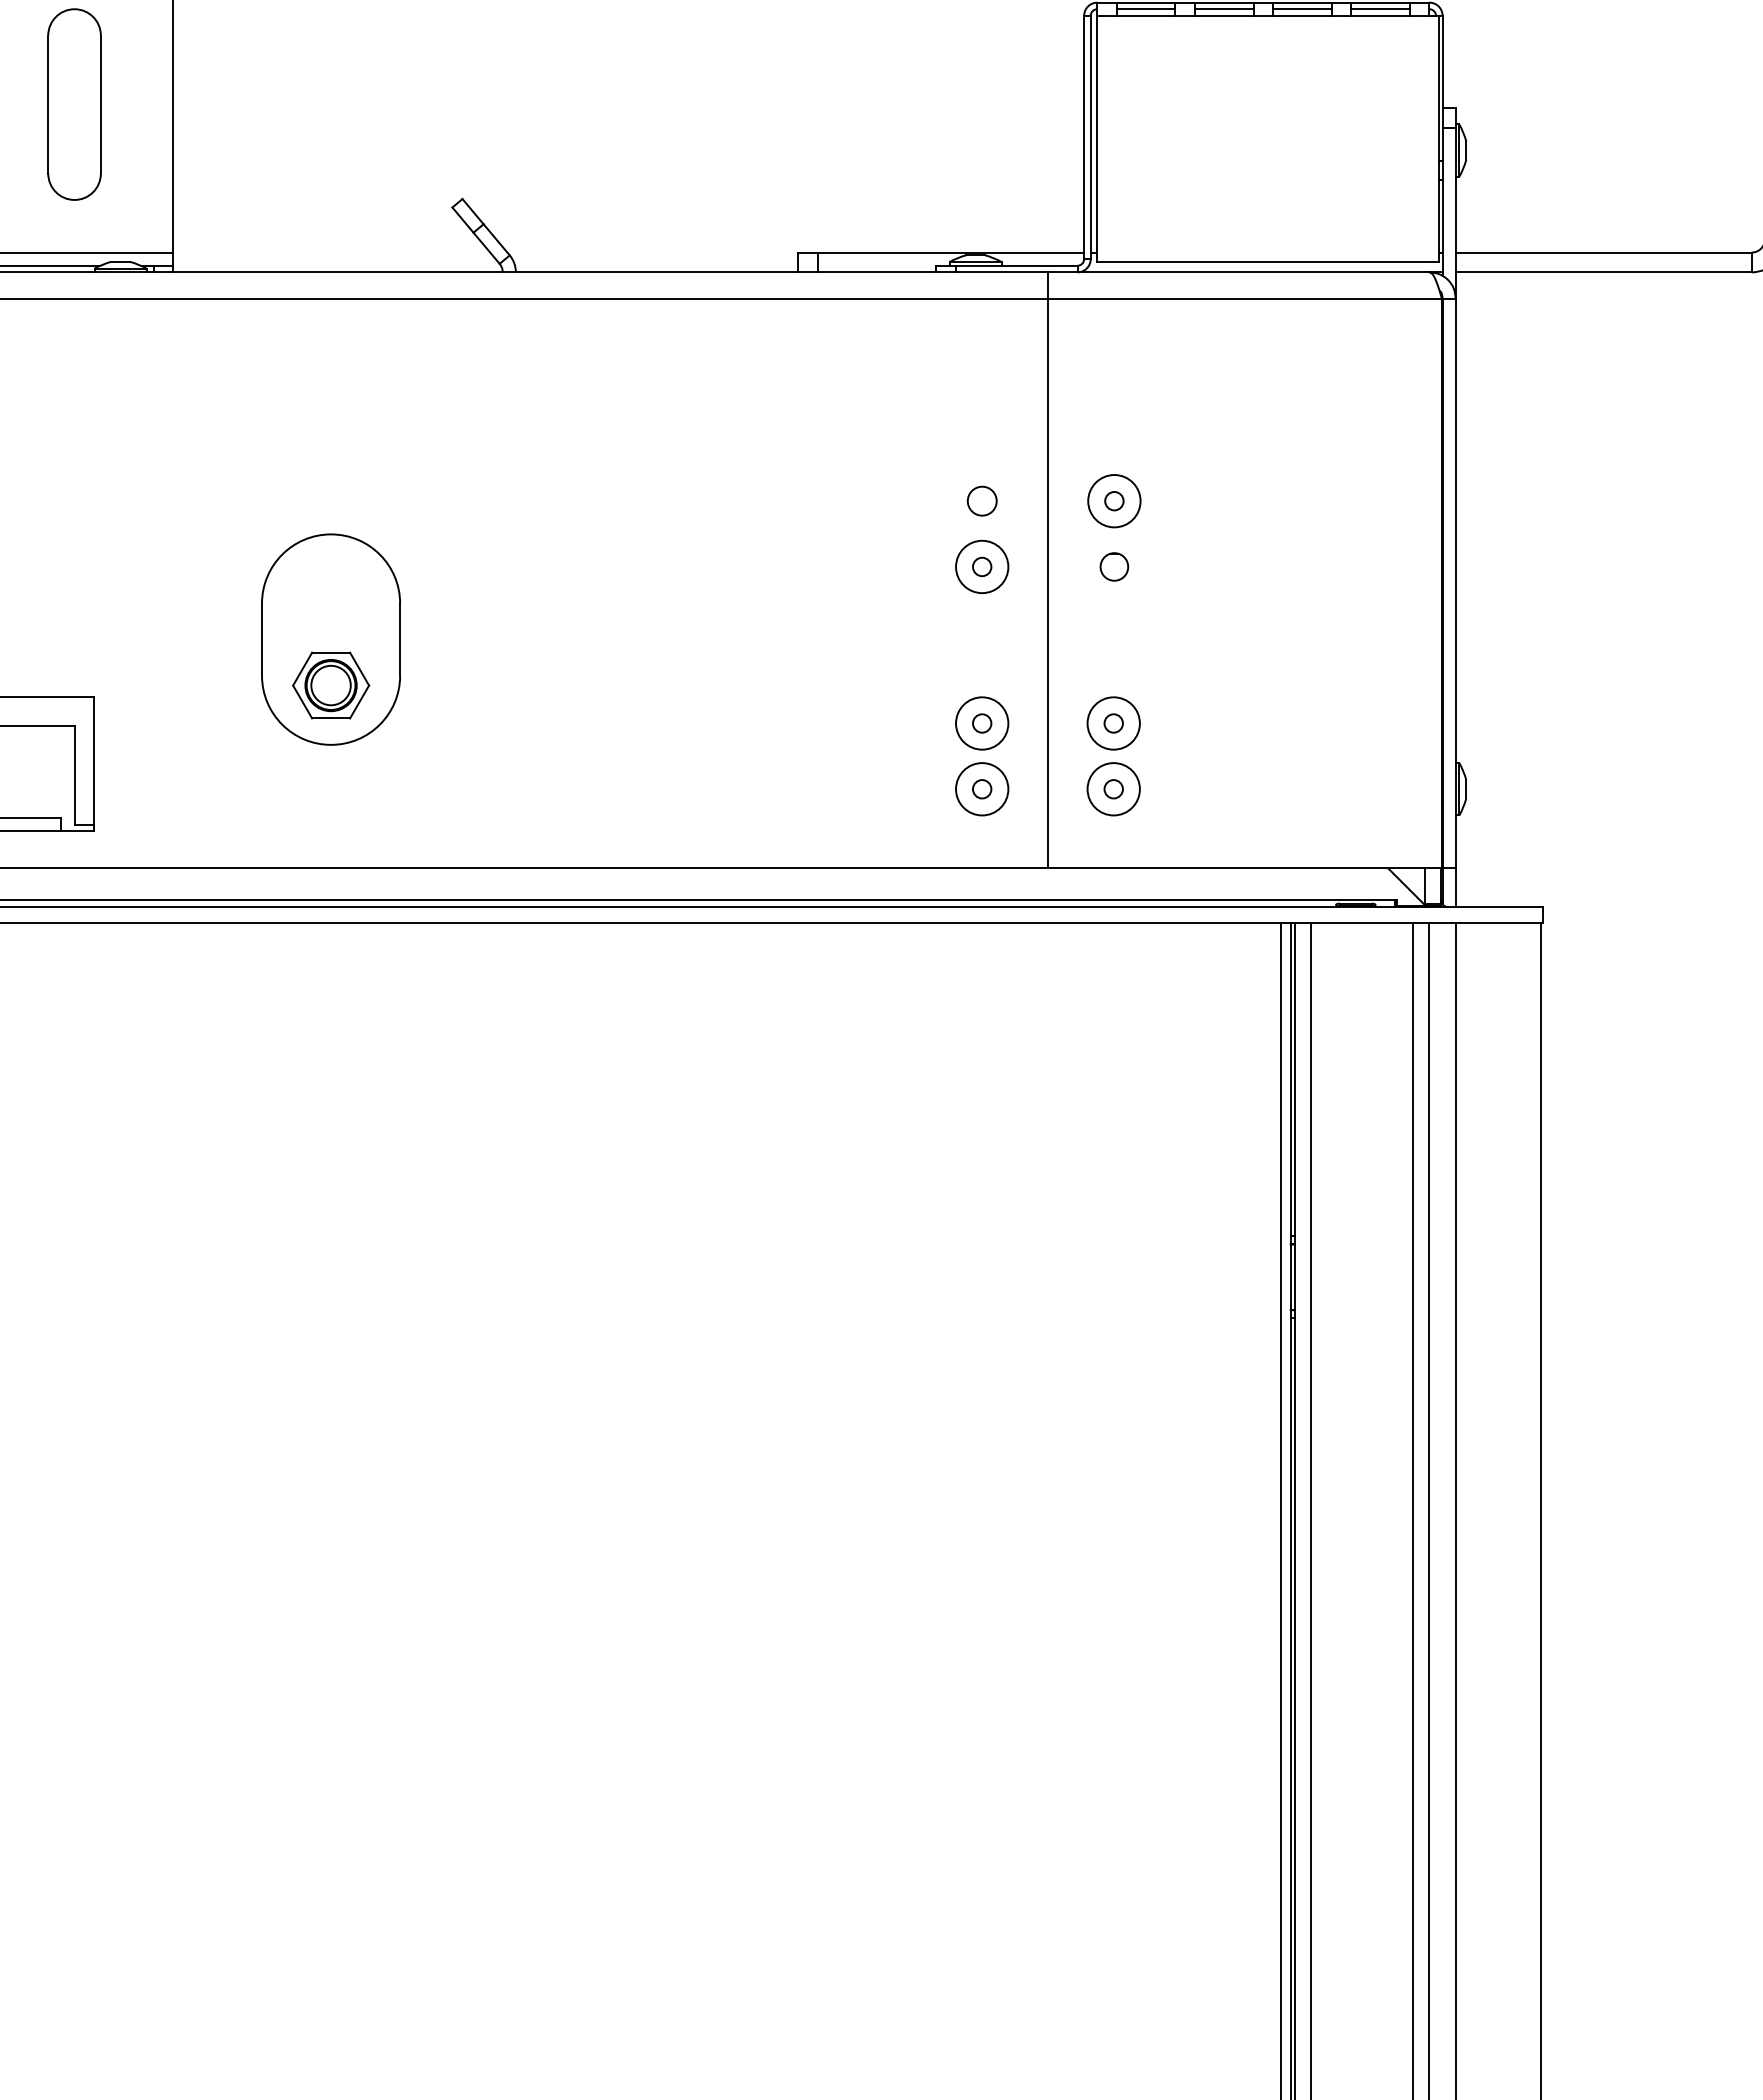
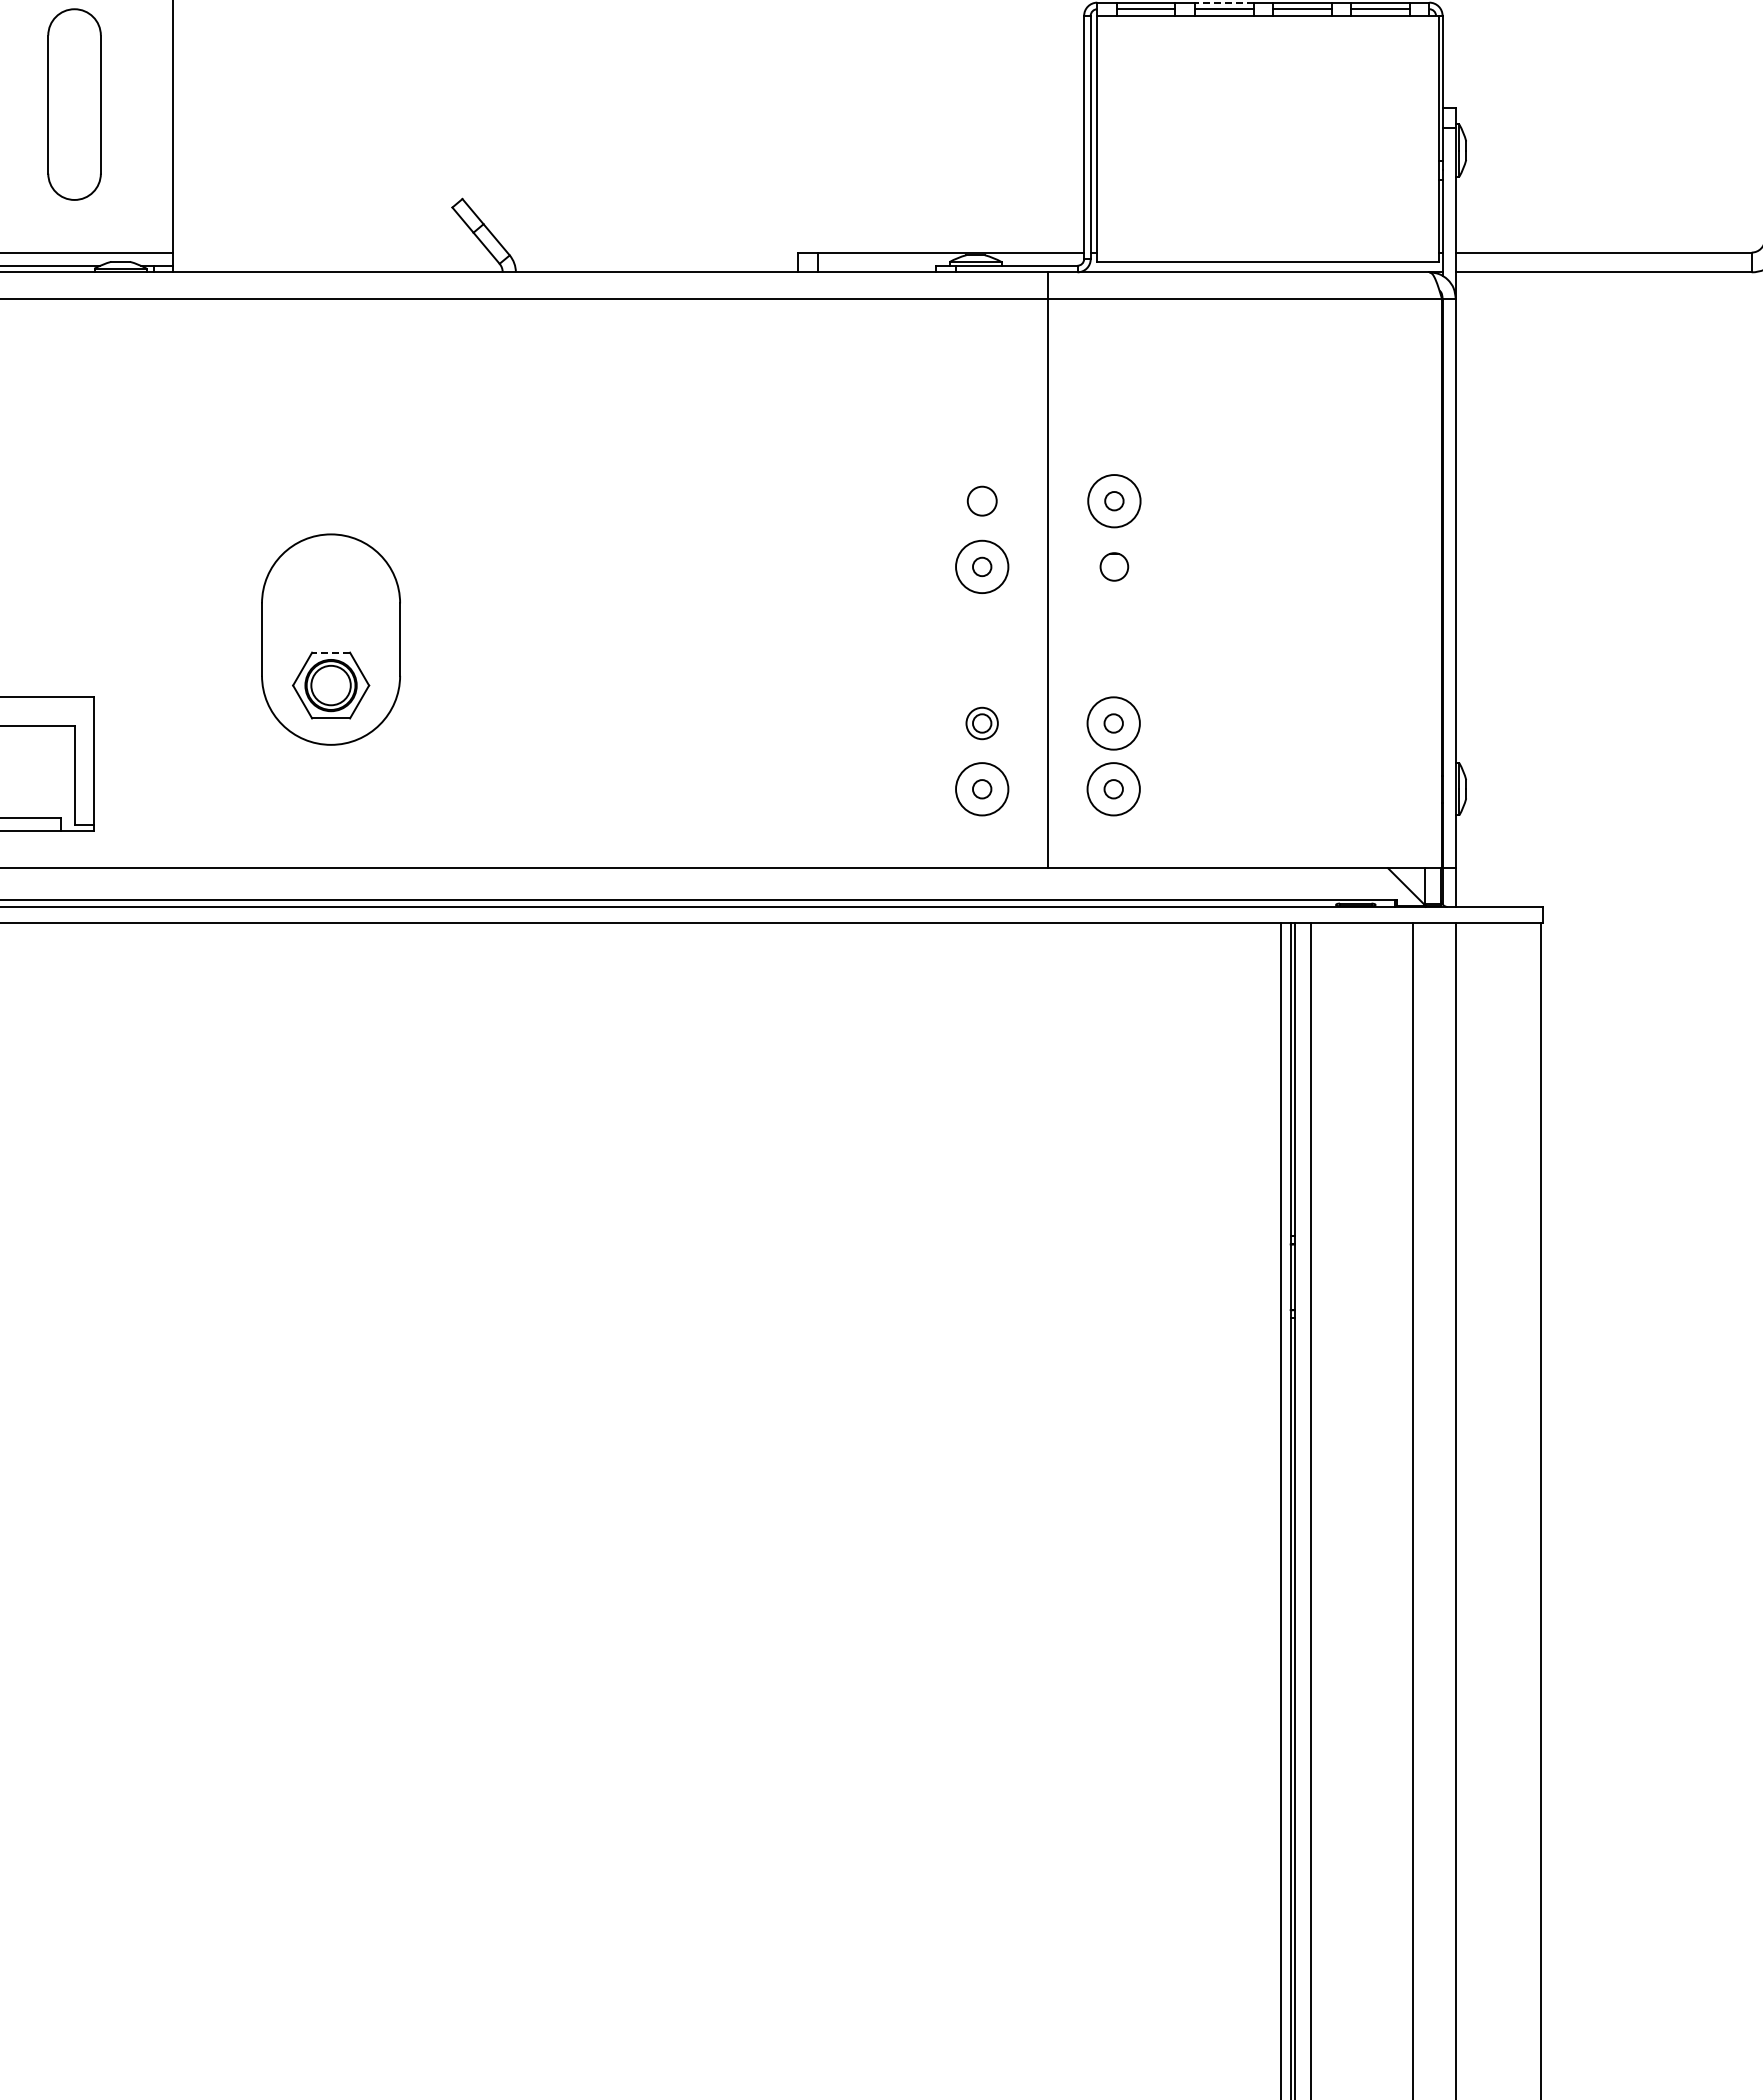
line at (1223, 2): solid -> dashed
line at (331, 652): solid -> dashed
circle at (982, 723) diameter: 52 px -> 31 px
line at (1429, 1509): present -> none
